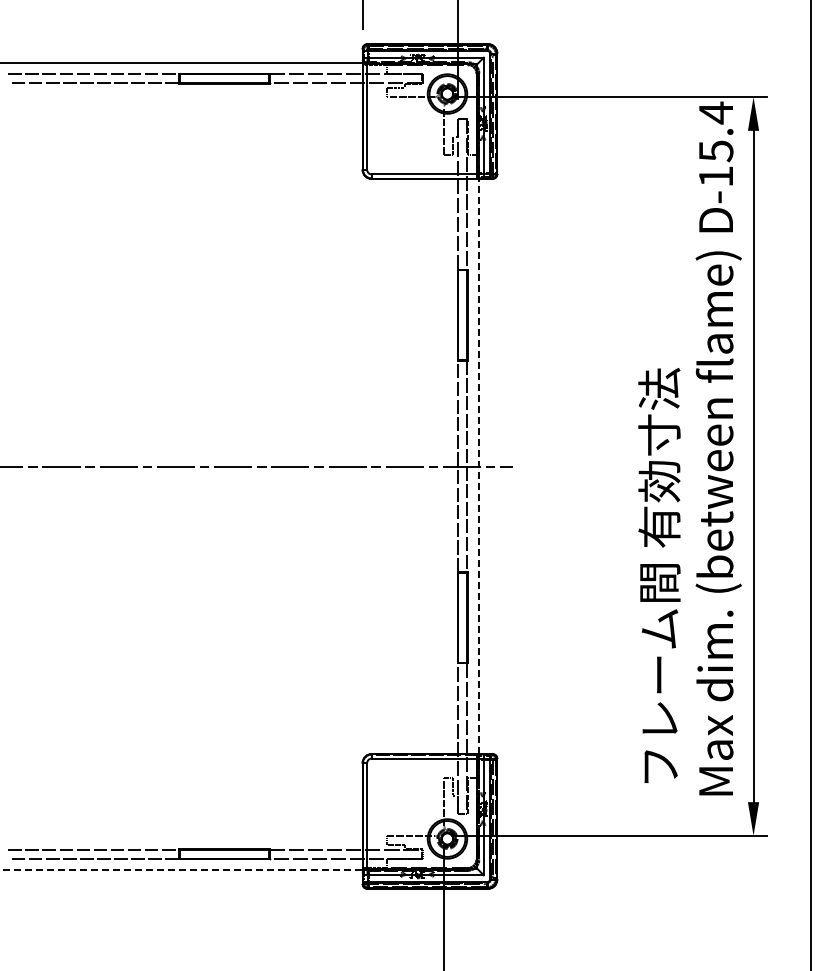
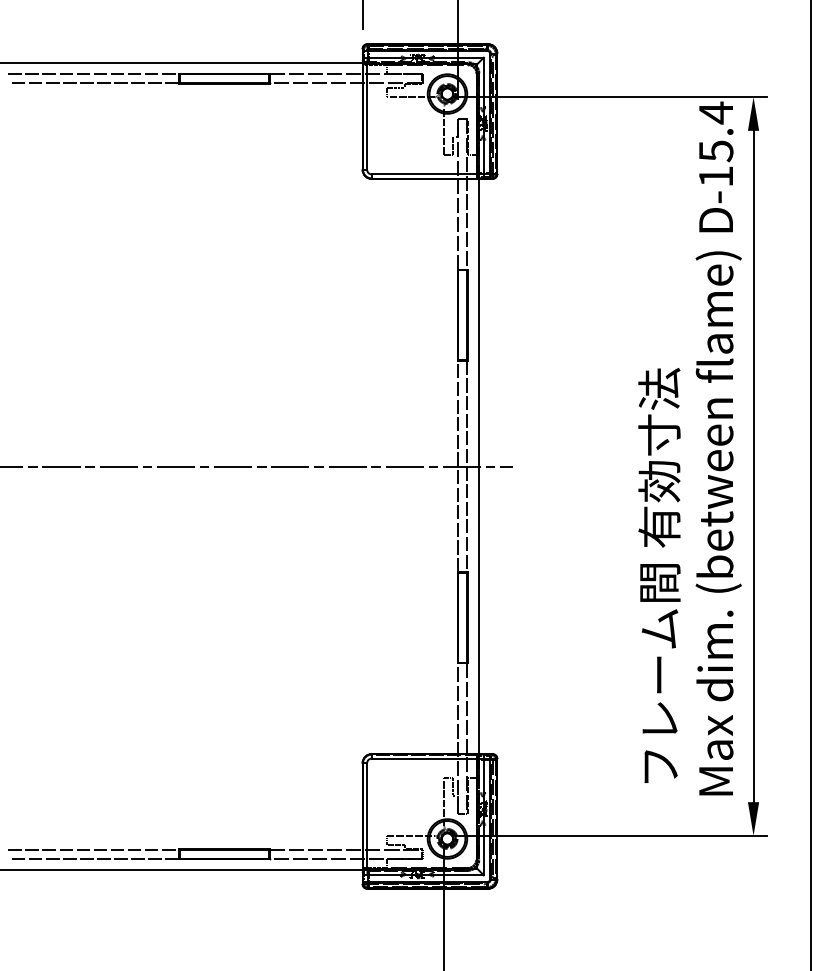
line at (478, 466): dashed -> solid
line at (181, 870): dashed -> solid
